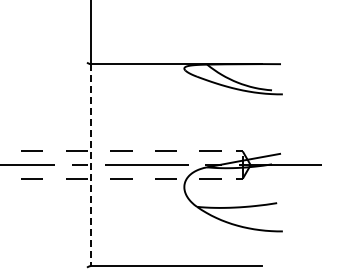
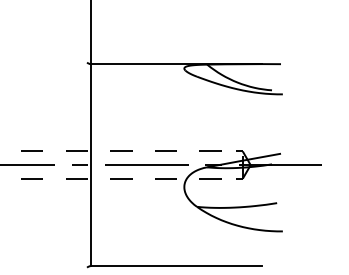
line at (90, 165): dashed -> solid
